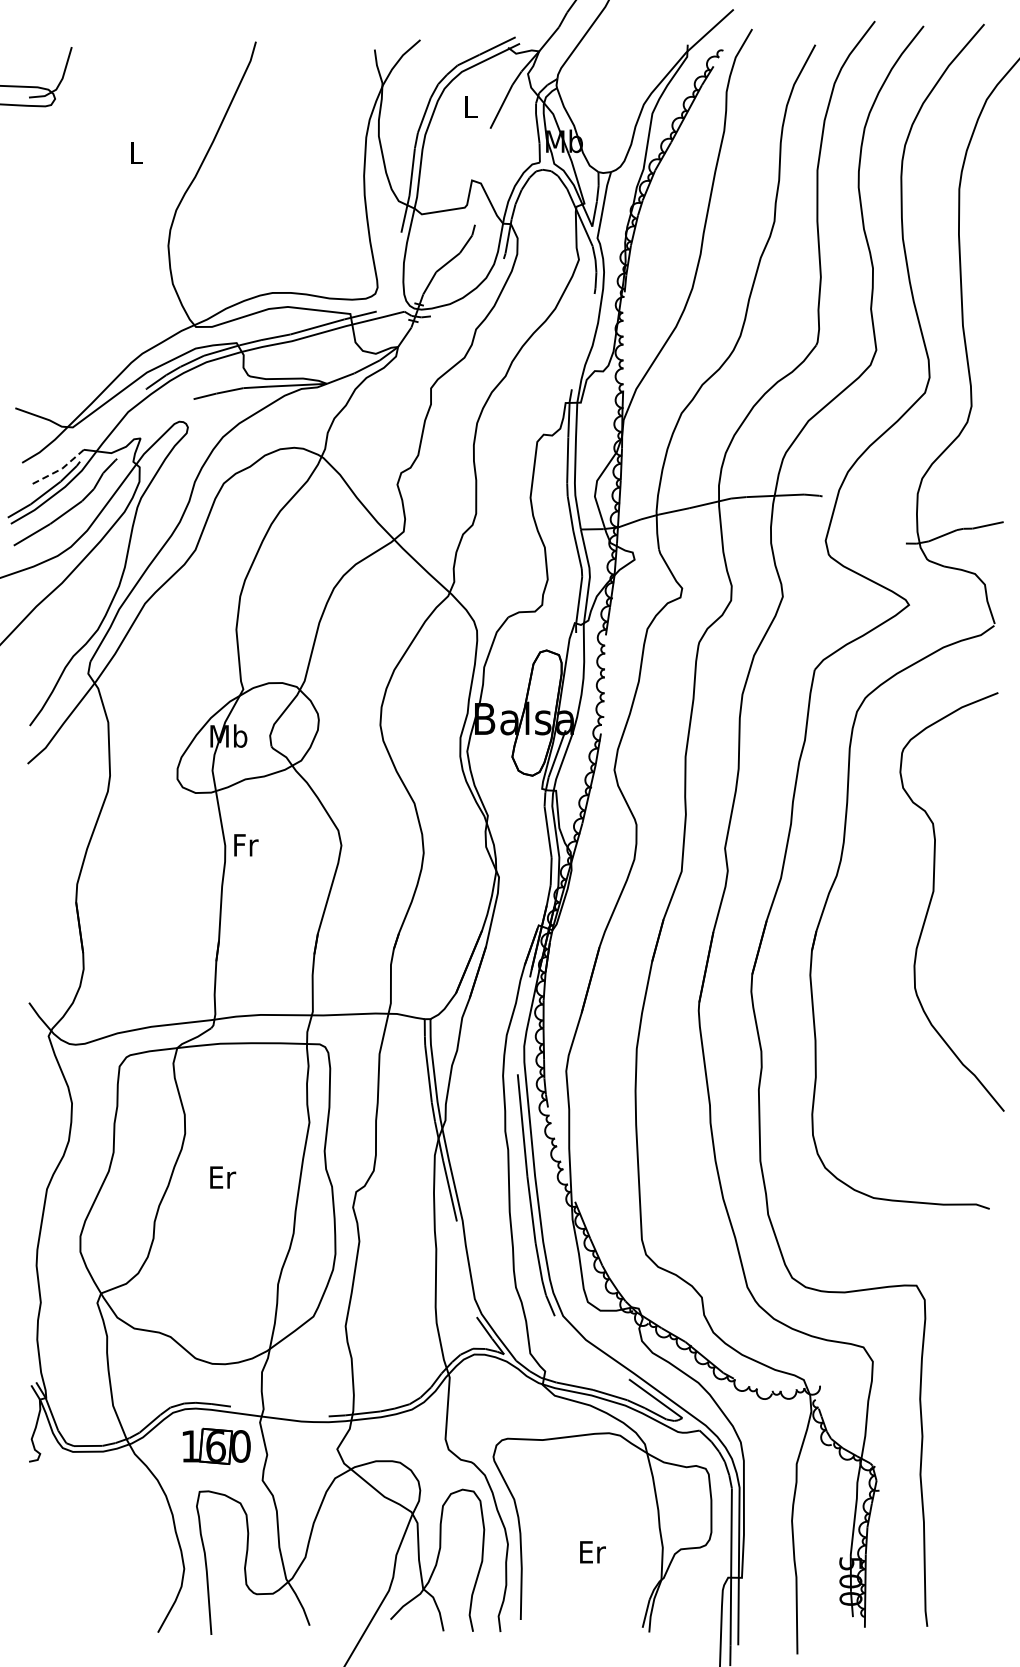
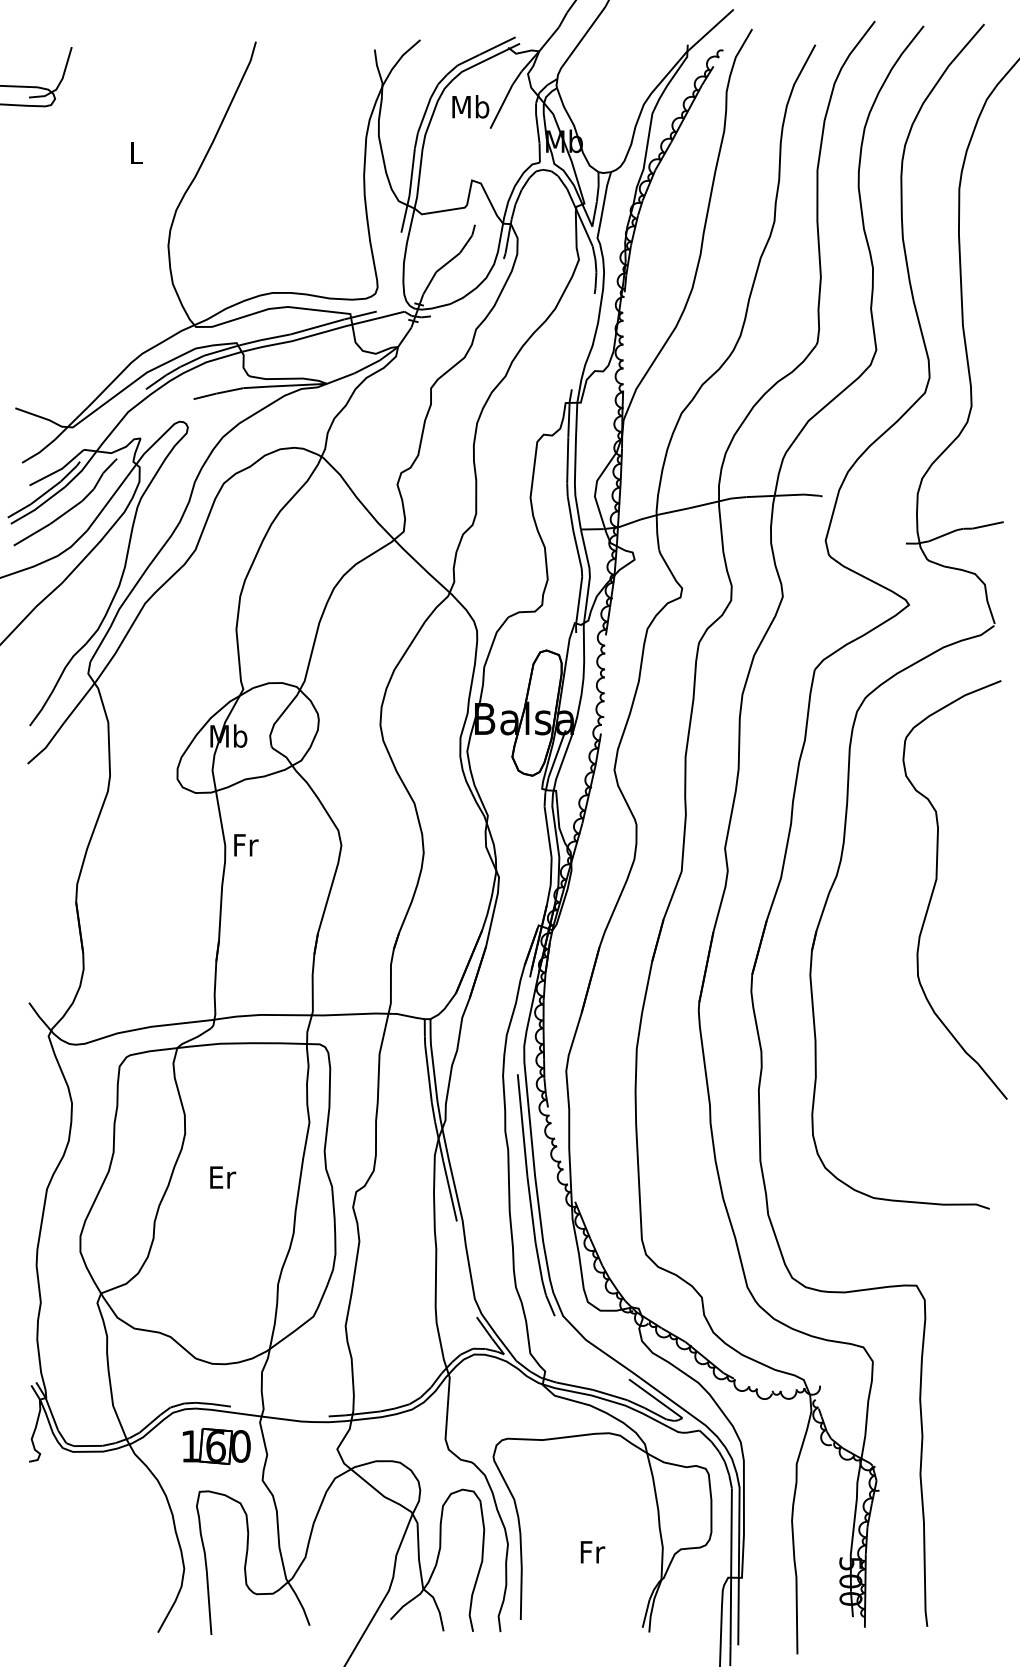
text at (470, 106): L -> Mb
line at (58, 470): dashed -> solid
curve at (933, 895) position: (933, 895) -> (936, 883)
text at (592, 1552): Er -> Fr
